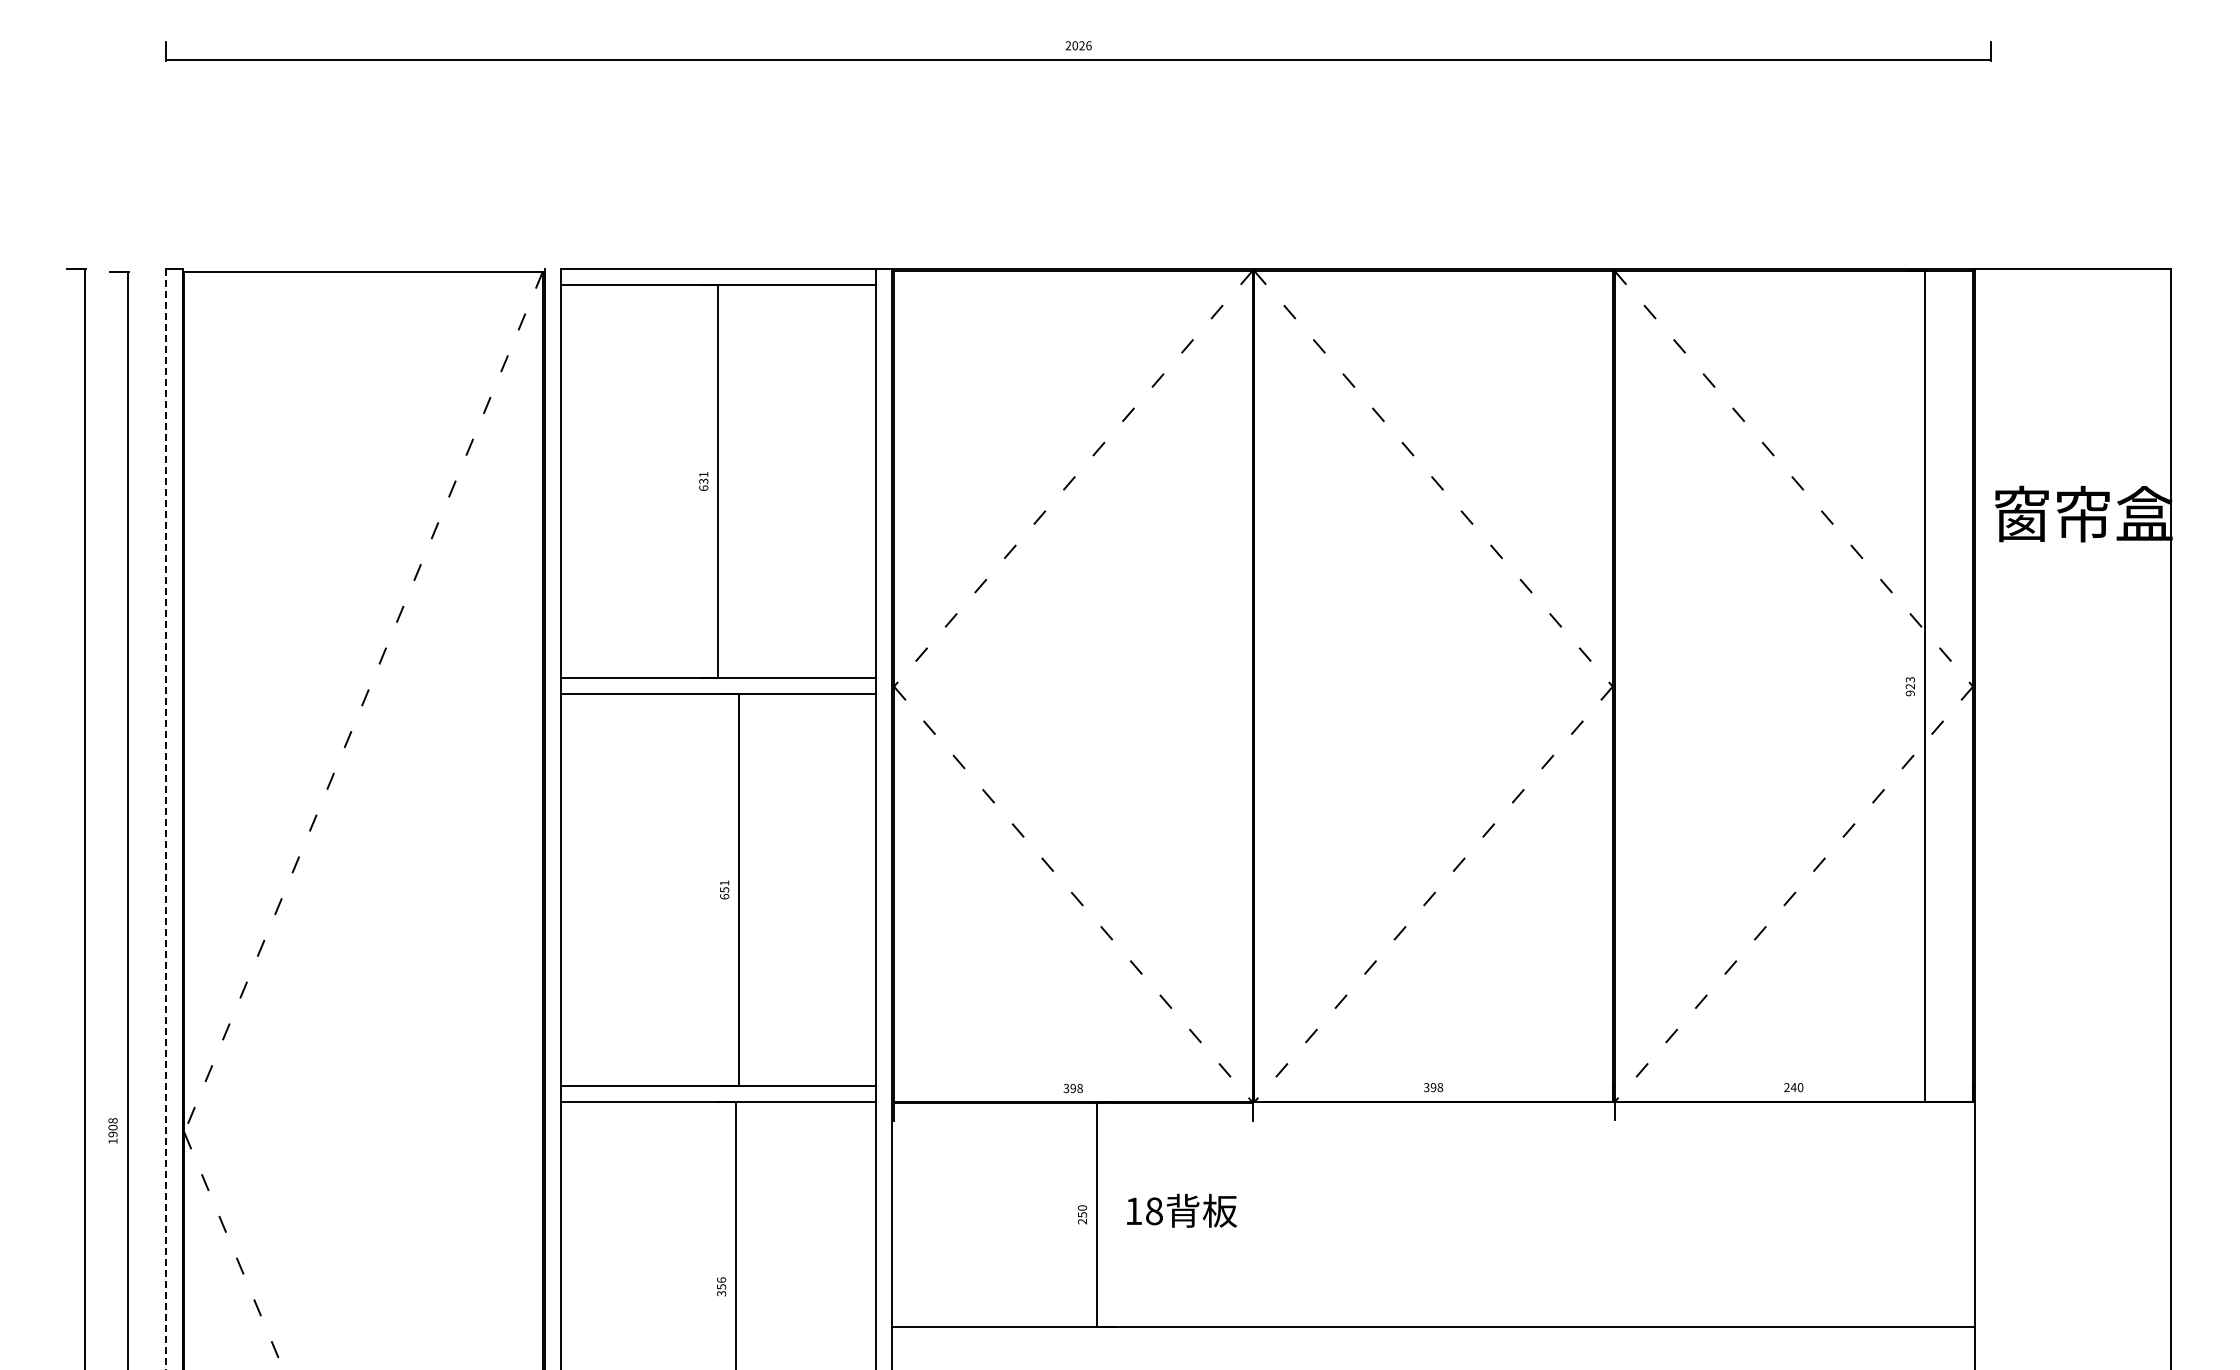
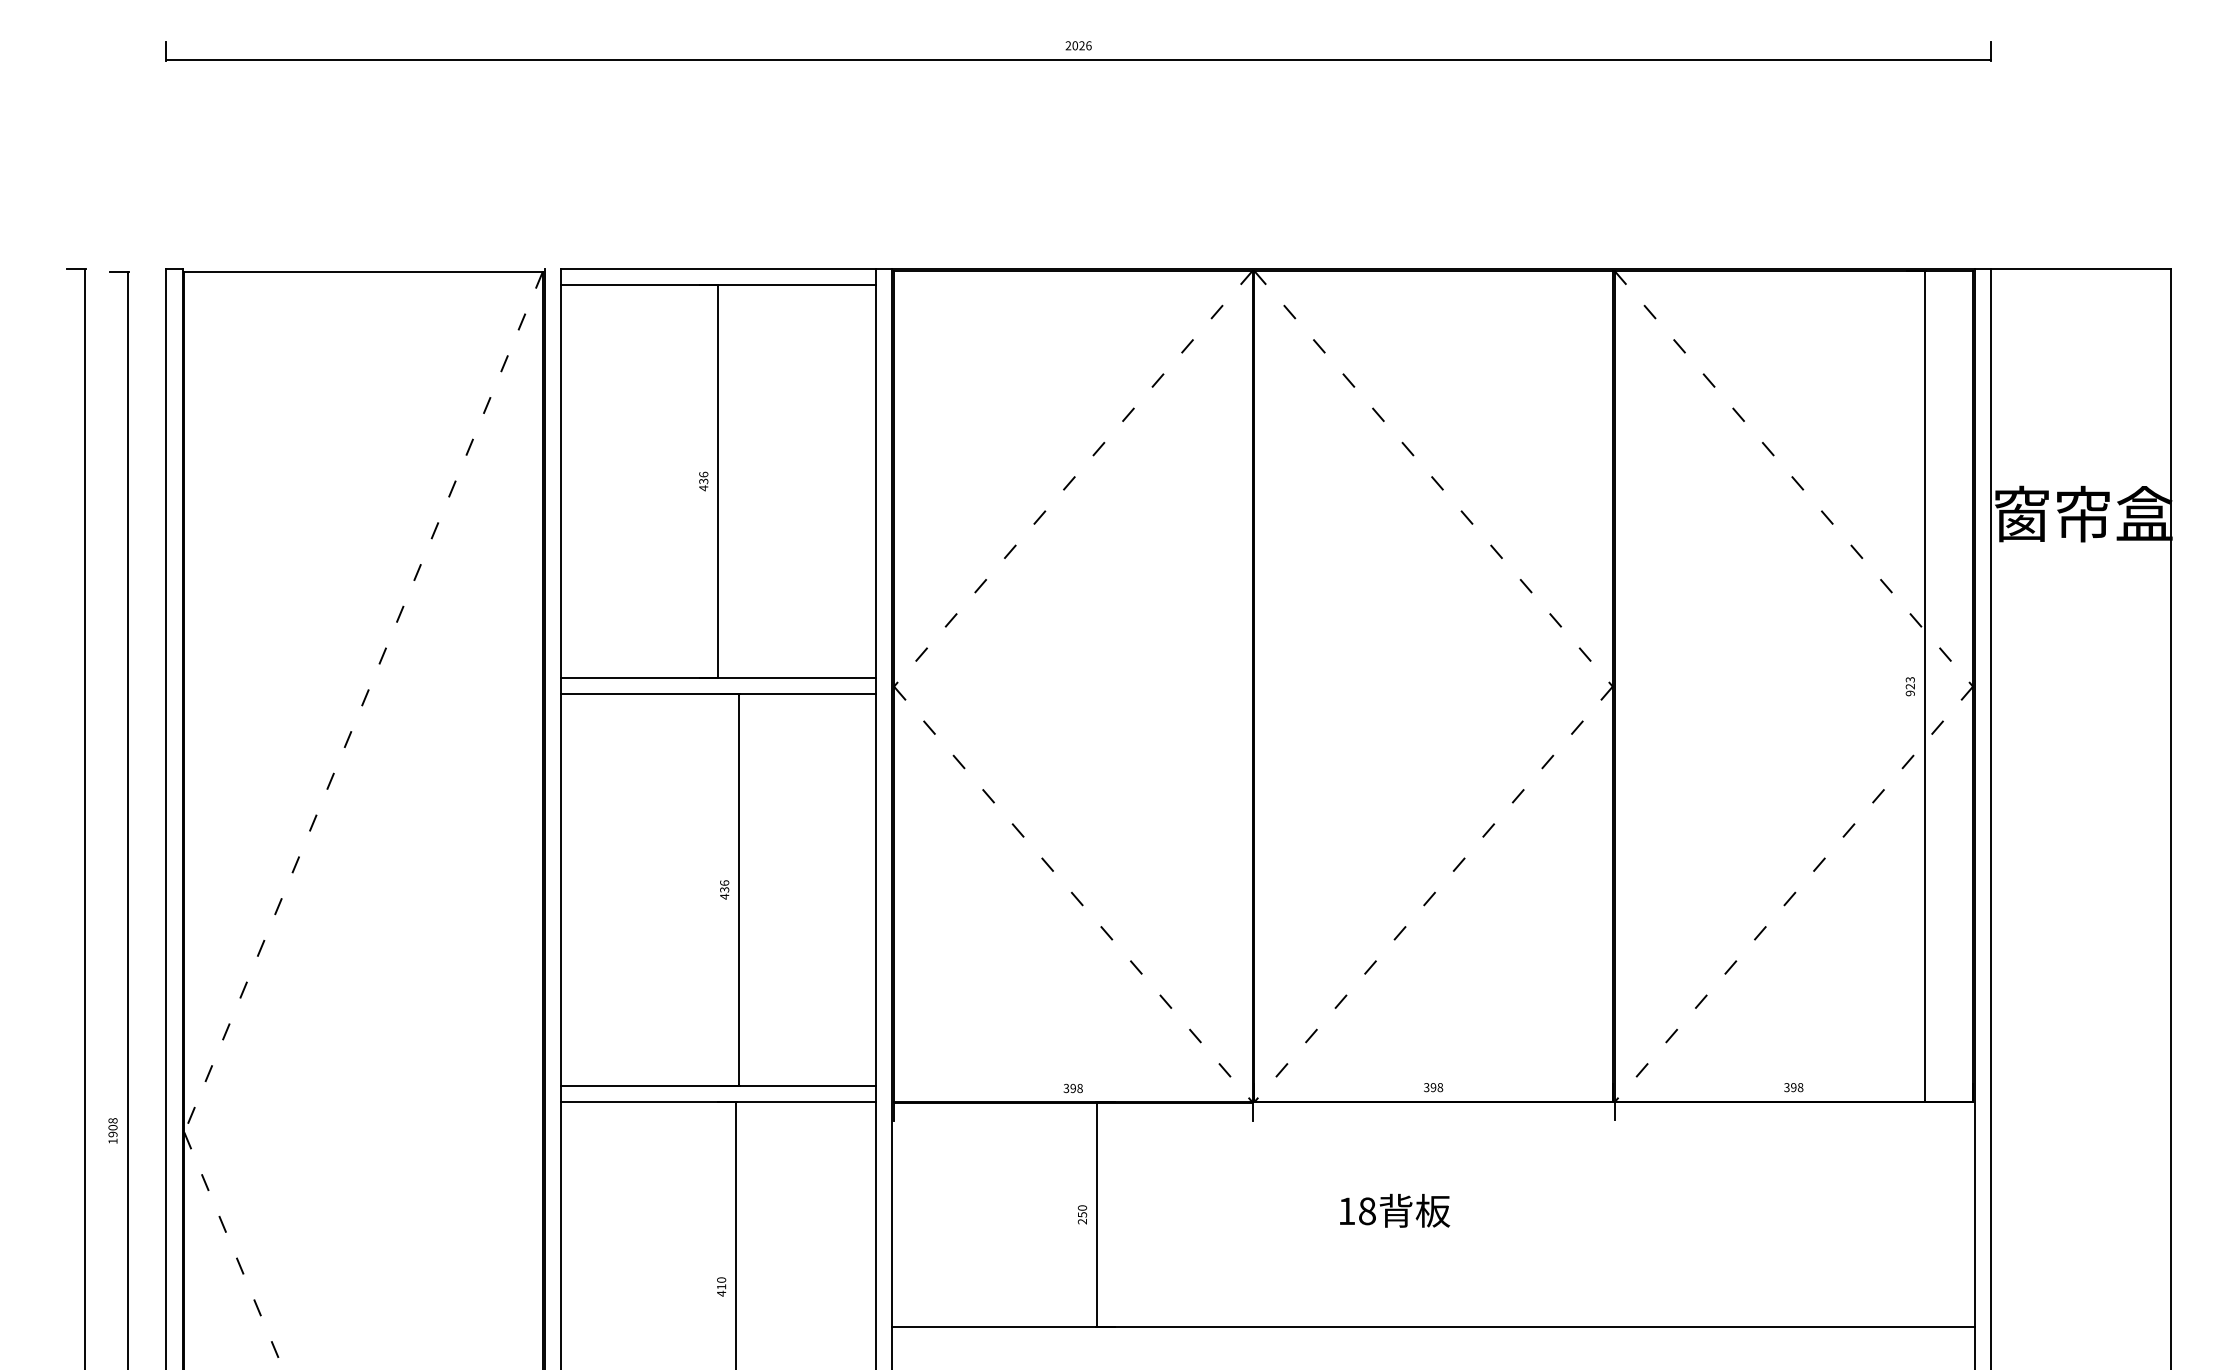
text at (703, 481): 631 -> 436
line at (1991, 817): none -> present
line at (166, 820): dashed -> solid
text at (724, 889): 651 -> 436
text at (1793, 1087): 240 -> 398
text at (1182, 1210) position: (1182, 1210) -> (1395, 1210)
text at (721, 1286): 356 -> 410
